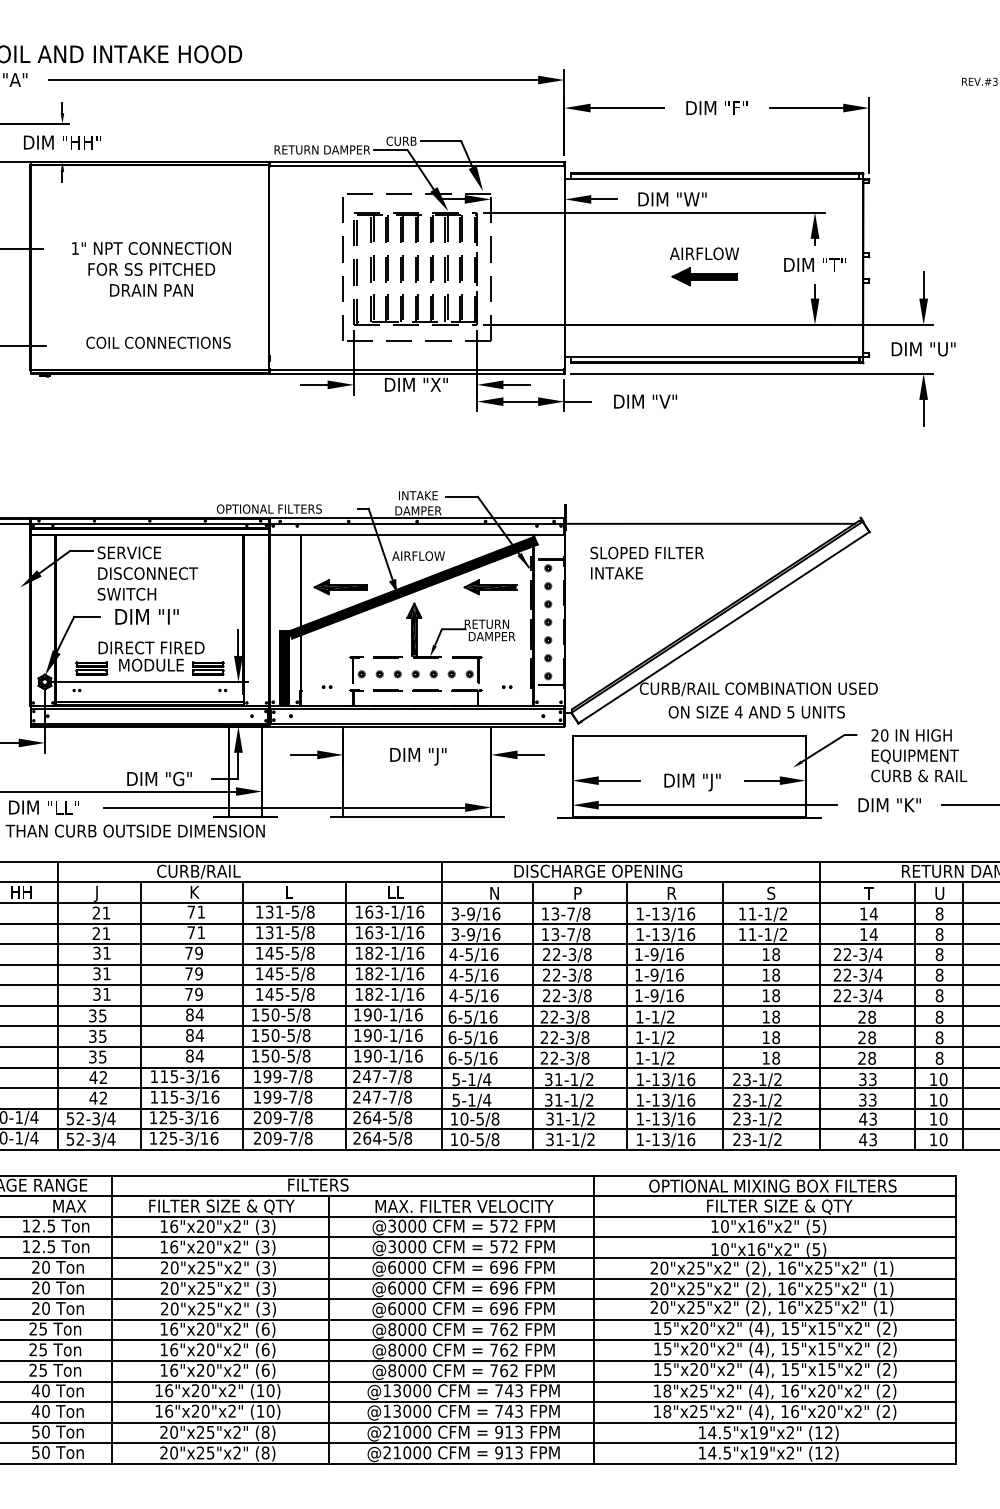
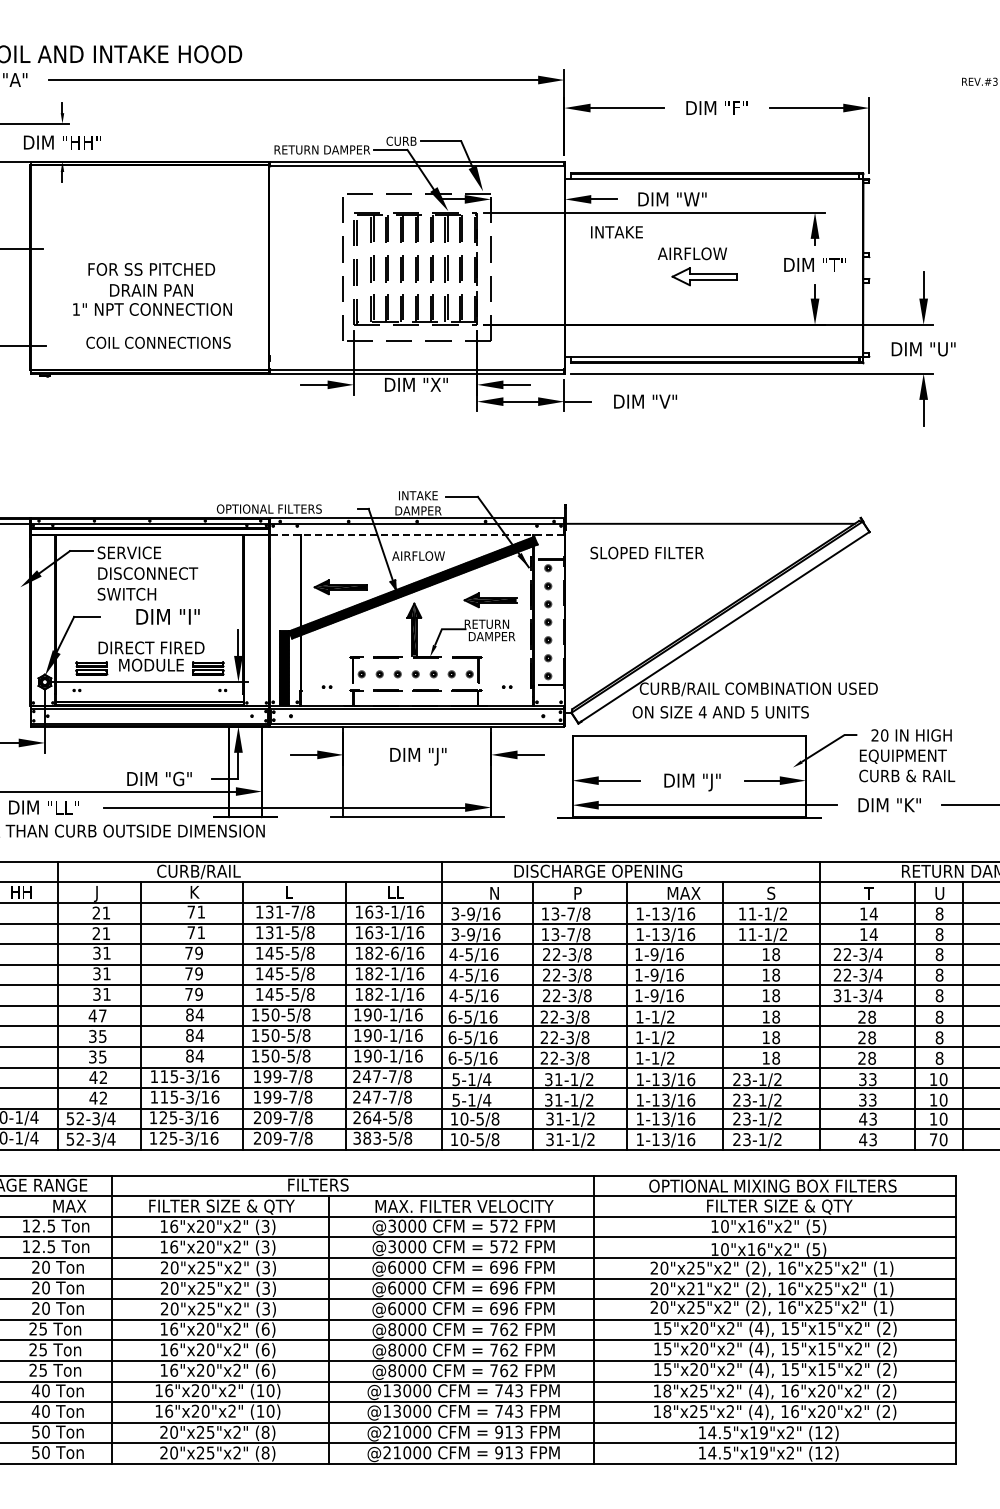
text at (151, 248) position: (151, 248) -> (152, 309)
text at (703, 253) position: (703, 253) -> (691, 253)
fill at (704, 276): present -> none
line at (416, 535): solid -> dashed
text at (616, 573) position: (616, 573) -> (616, 232)
part at (490, 587) position: (490, 587) -> (490, 600)
text at (146, 616) position: (146, 616) -> (167, 616)
text at (756, 712) position: (756, 712) -> (720, 712)
text at (919, 765) position: (919, 765) -> (907, 765)
text at (684, 893): R -> MAX
text at (294, 911): 131-5/8 -> 131-7/8
text at (394, 952): 182-1/16 -> 182-6/16
text at (842, 995): 22-3/4 -> 31-3/4
text at (97, 1015): 35 -> 47
text at (367, 1137): 264-5/8 -> 383-5/8
text at (933, 1139): 10 -> 70
text at (700, 1288): 20"x25"x2" -> 20"x21"x2"
